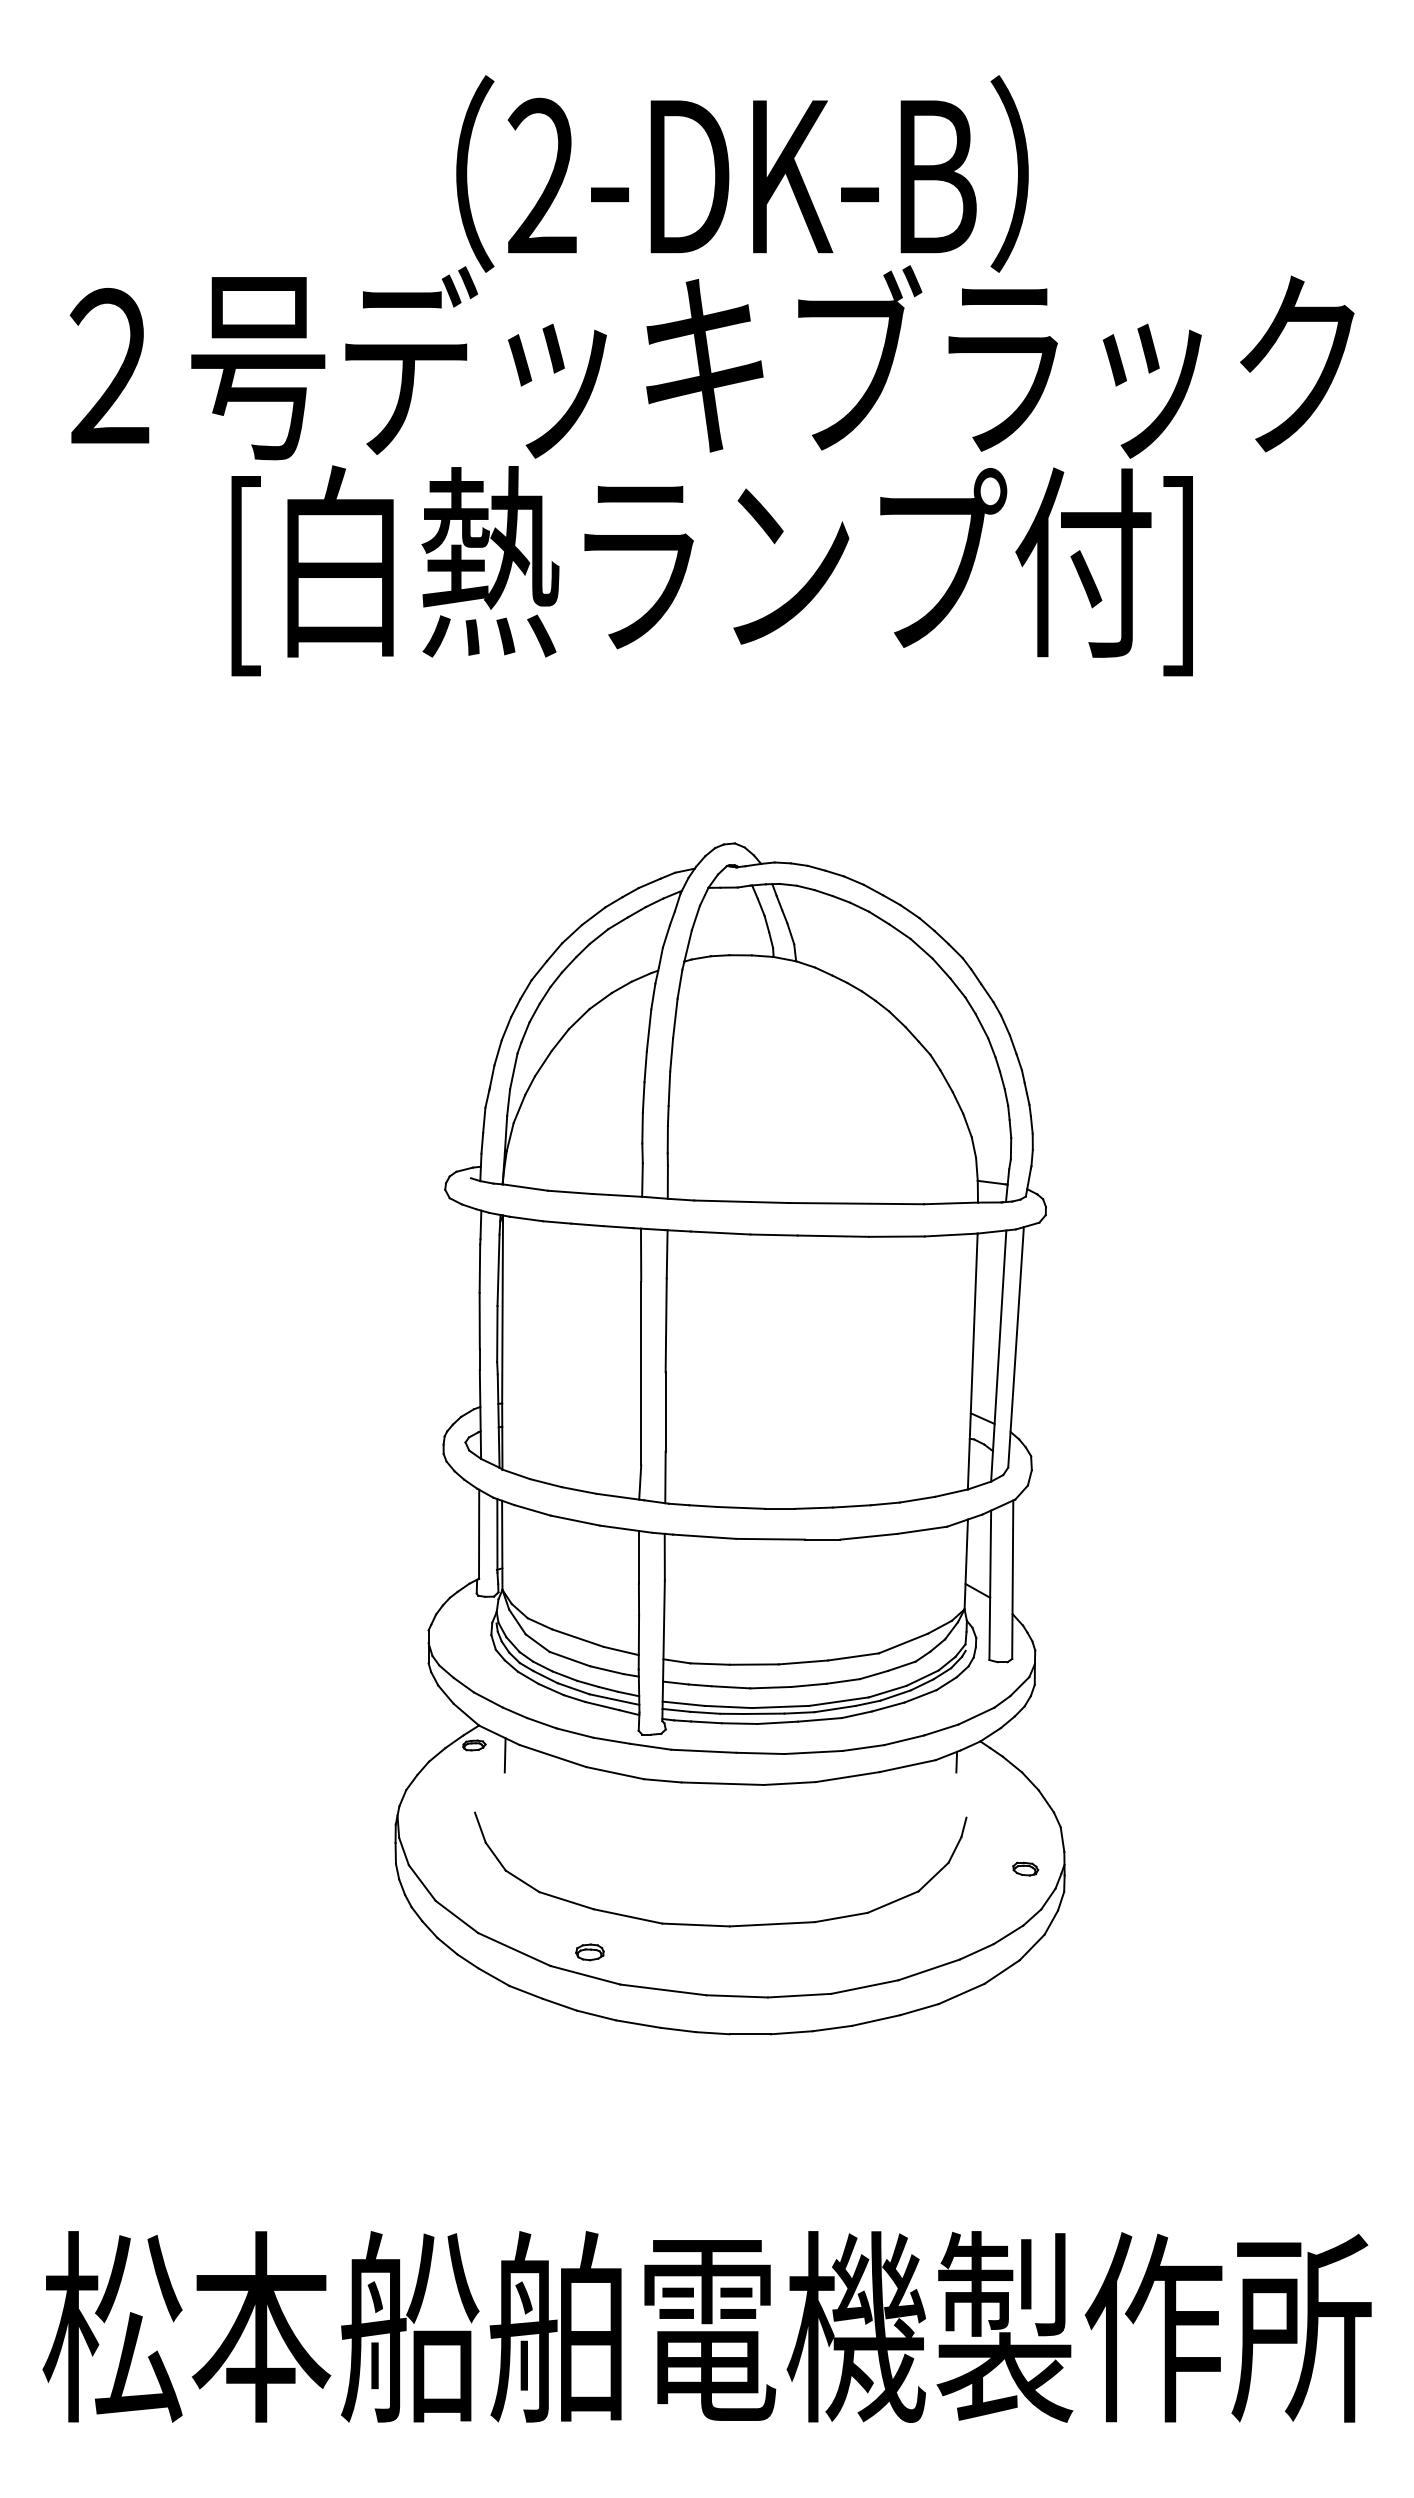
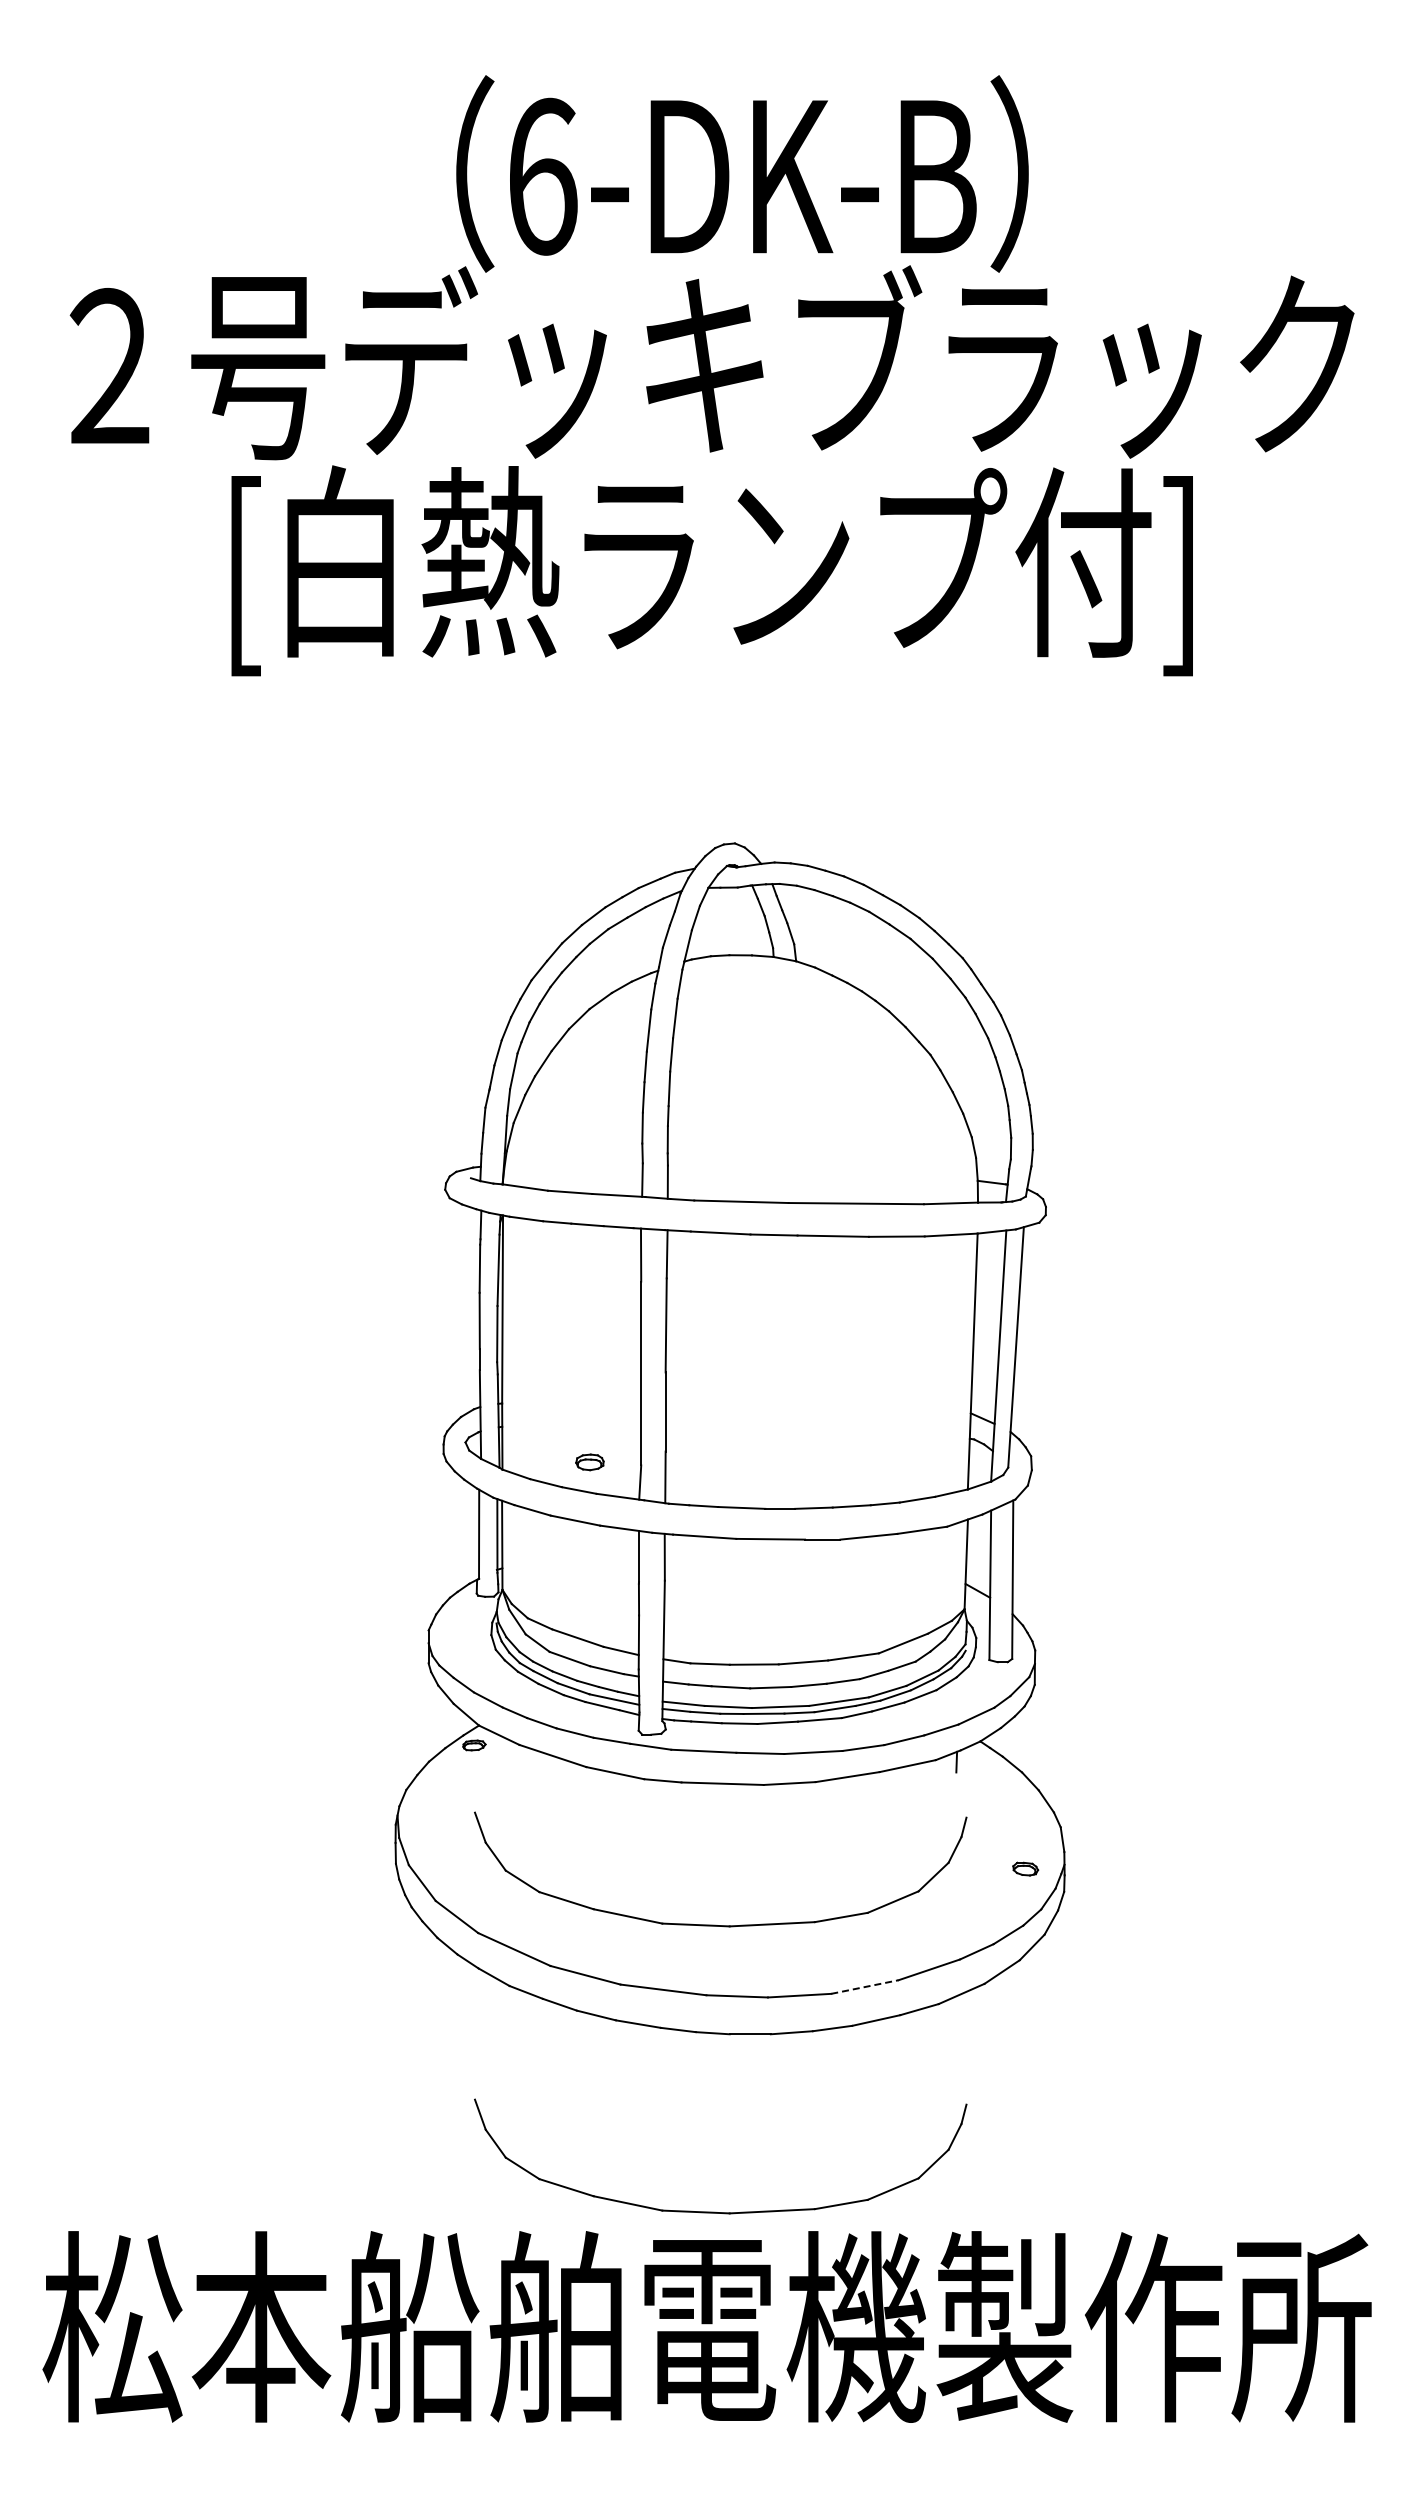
text at (542, 176): 2-DK-B -> 6-DK-B
line at (504, 1755): present -> none
part at (589, 1952) position: (589, 1952) -> (589, 1462)
line at (865, 1986): solid -> dashed
part at (715, 2211): none -> present
